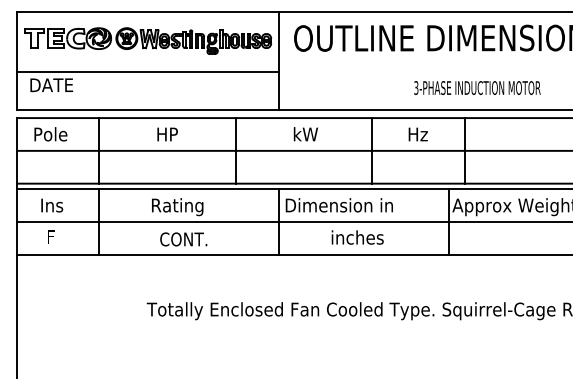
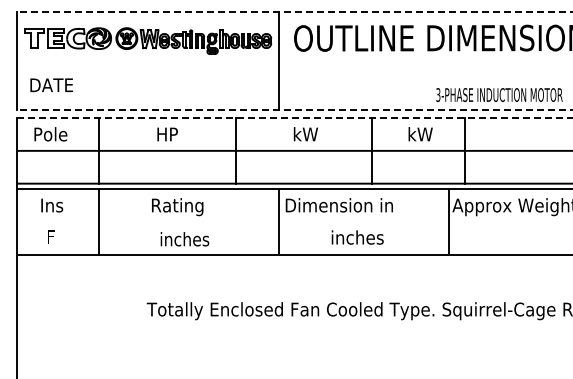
line at (294, 11): solid -> dashed
line at (148, 71): present -> none
text at (477, 87) position: (477, 87) -> (499, 94)
line at (294, 109): solid -> dashed
line at (294, 118): solid -> dashed
text at (420, 134): Hz -> kW
line at (293, 221): present -> none
text at (184, 239): CONT. -> inches
